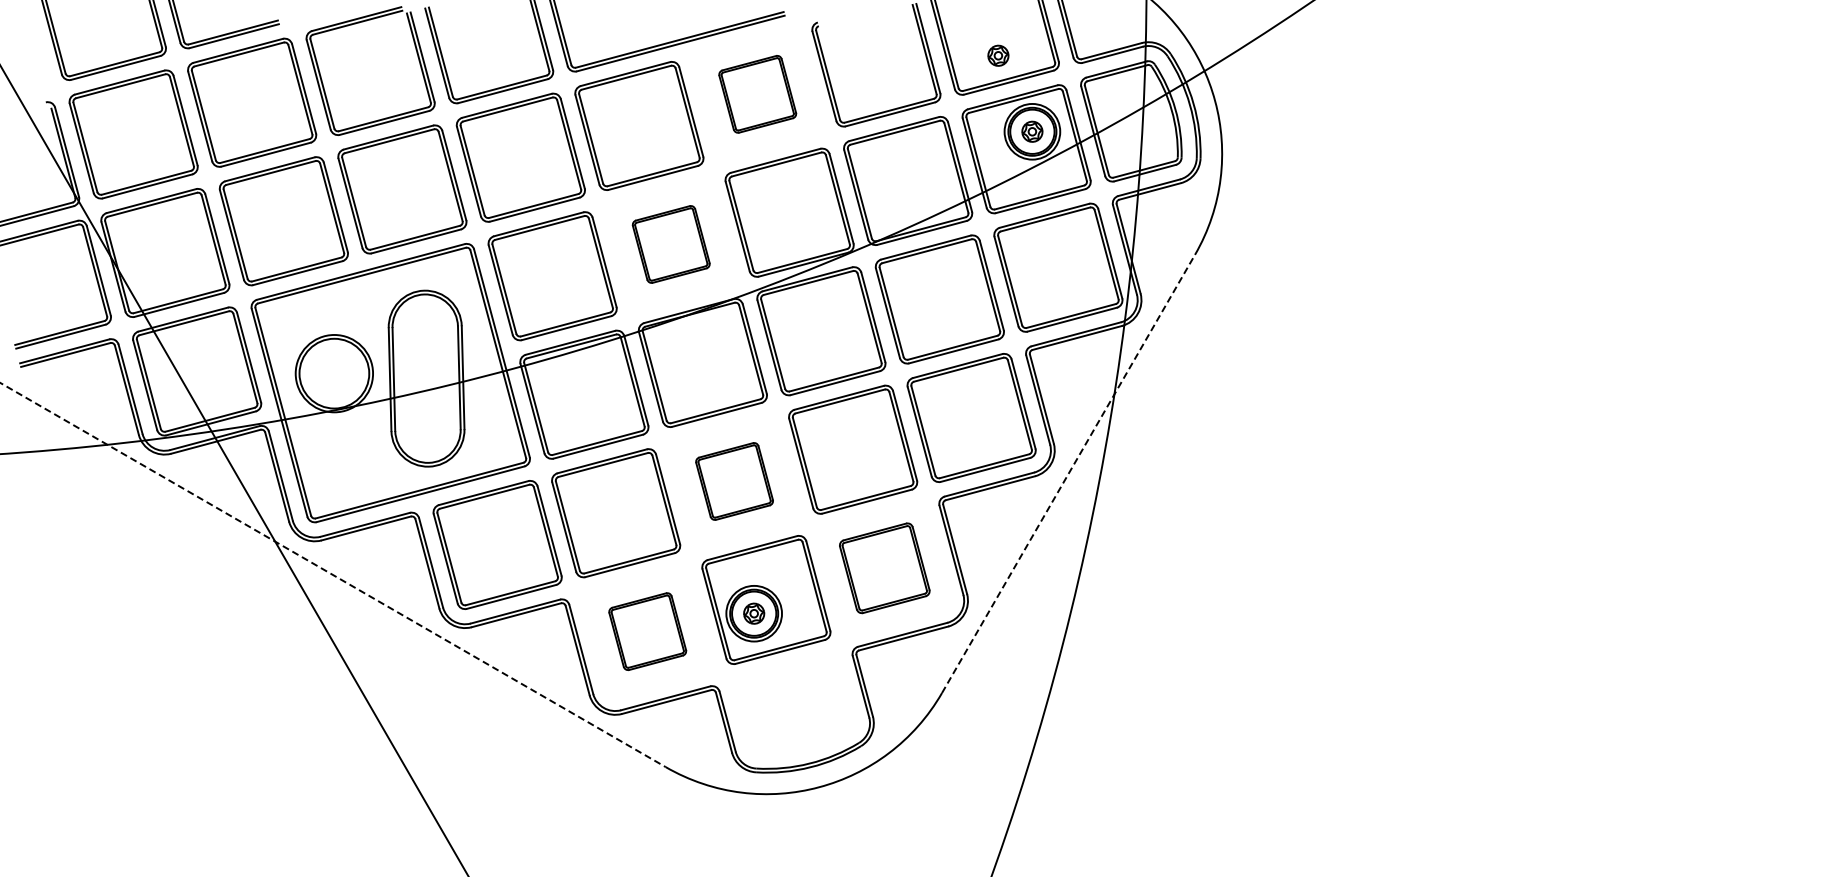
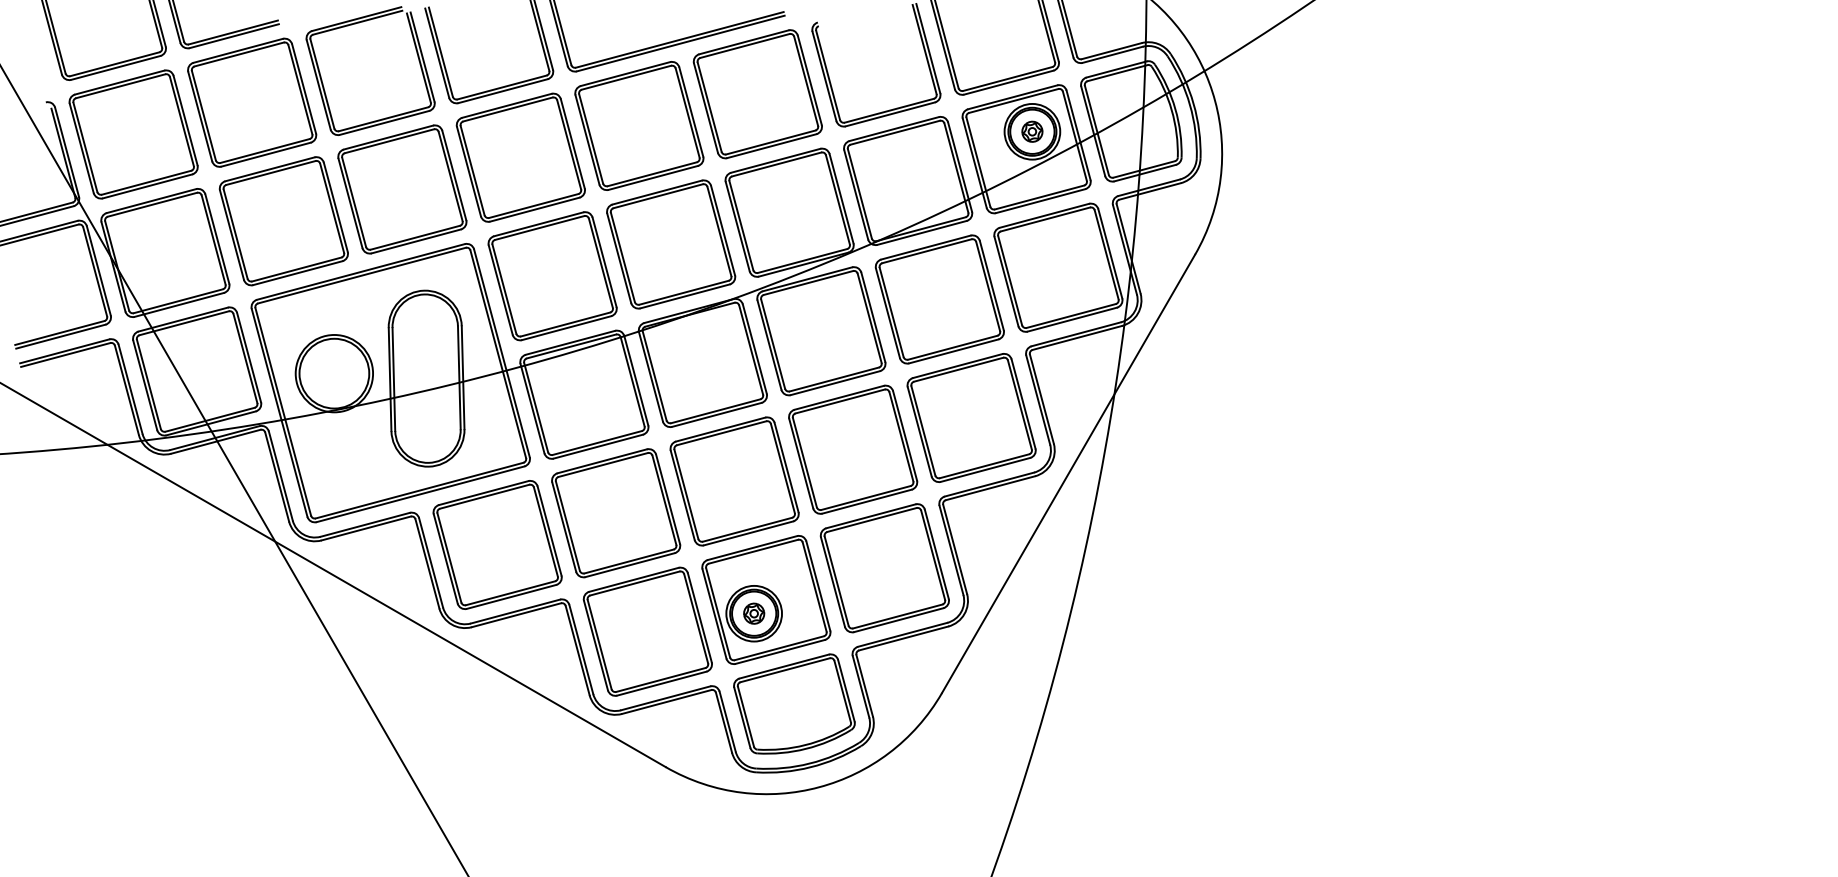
part at (998, 55): present -> none
part at (757, 94) size: 80x79 px -> 131x131 px
part at (670, 244) size: 80x79 px -> 131x131 px
line at (1068, 473): dashed -> solid
part at (734, 481) size: 79x79 px -> 131x131 px
part at (884, 568) size: 92x93 px -> 131x131 px
line at (333, 575): dashed -> solid
part at (647, 631) size: 80x79 px -> 131x131 px
part at (794, 703): none -> present
